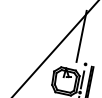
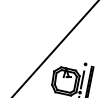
line at (81, 35): present -> none
